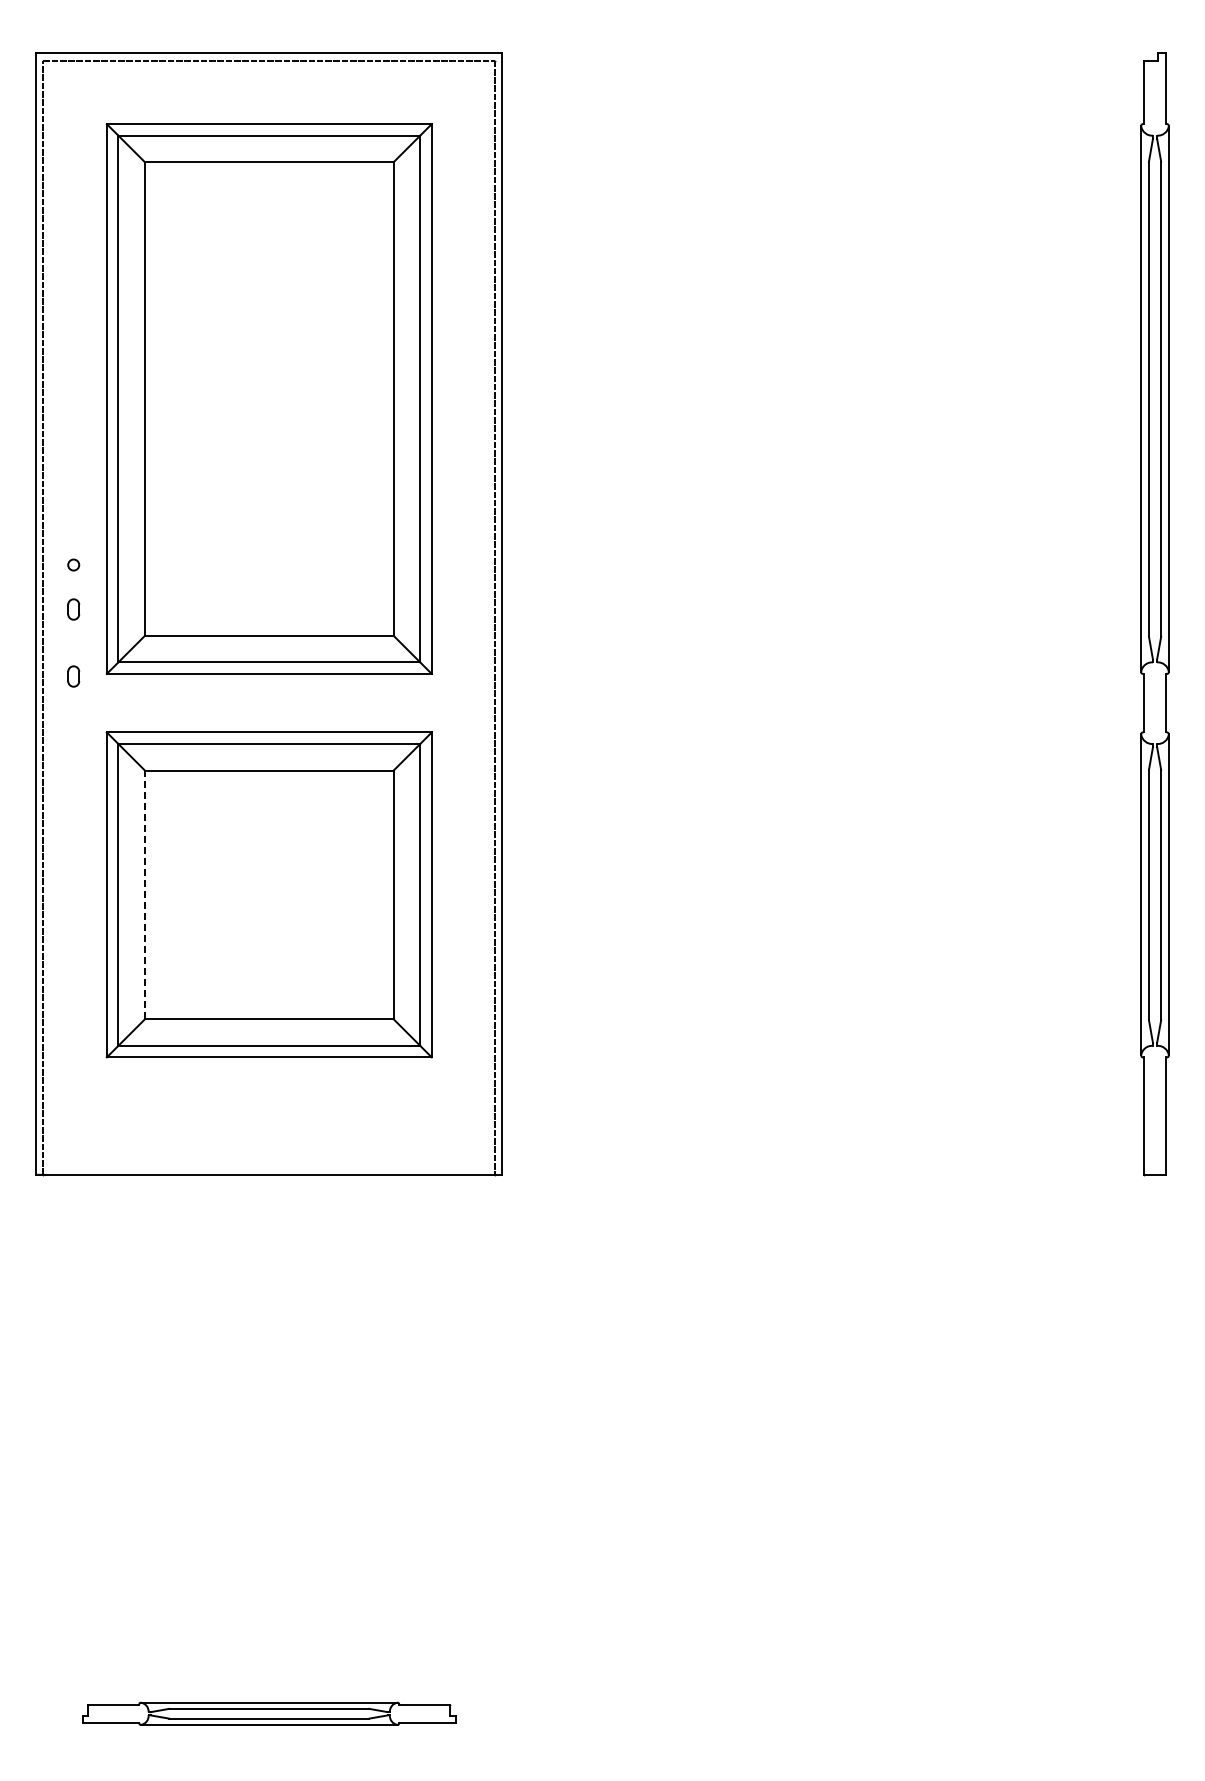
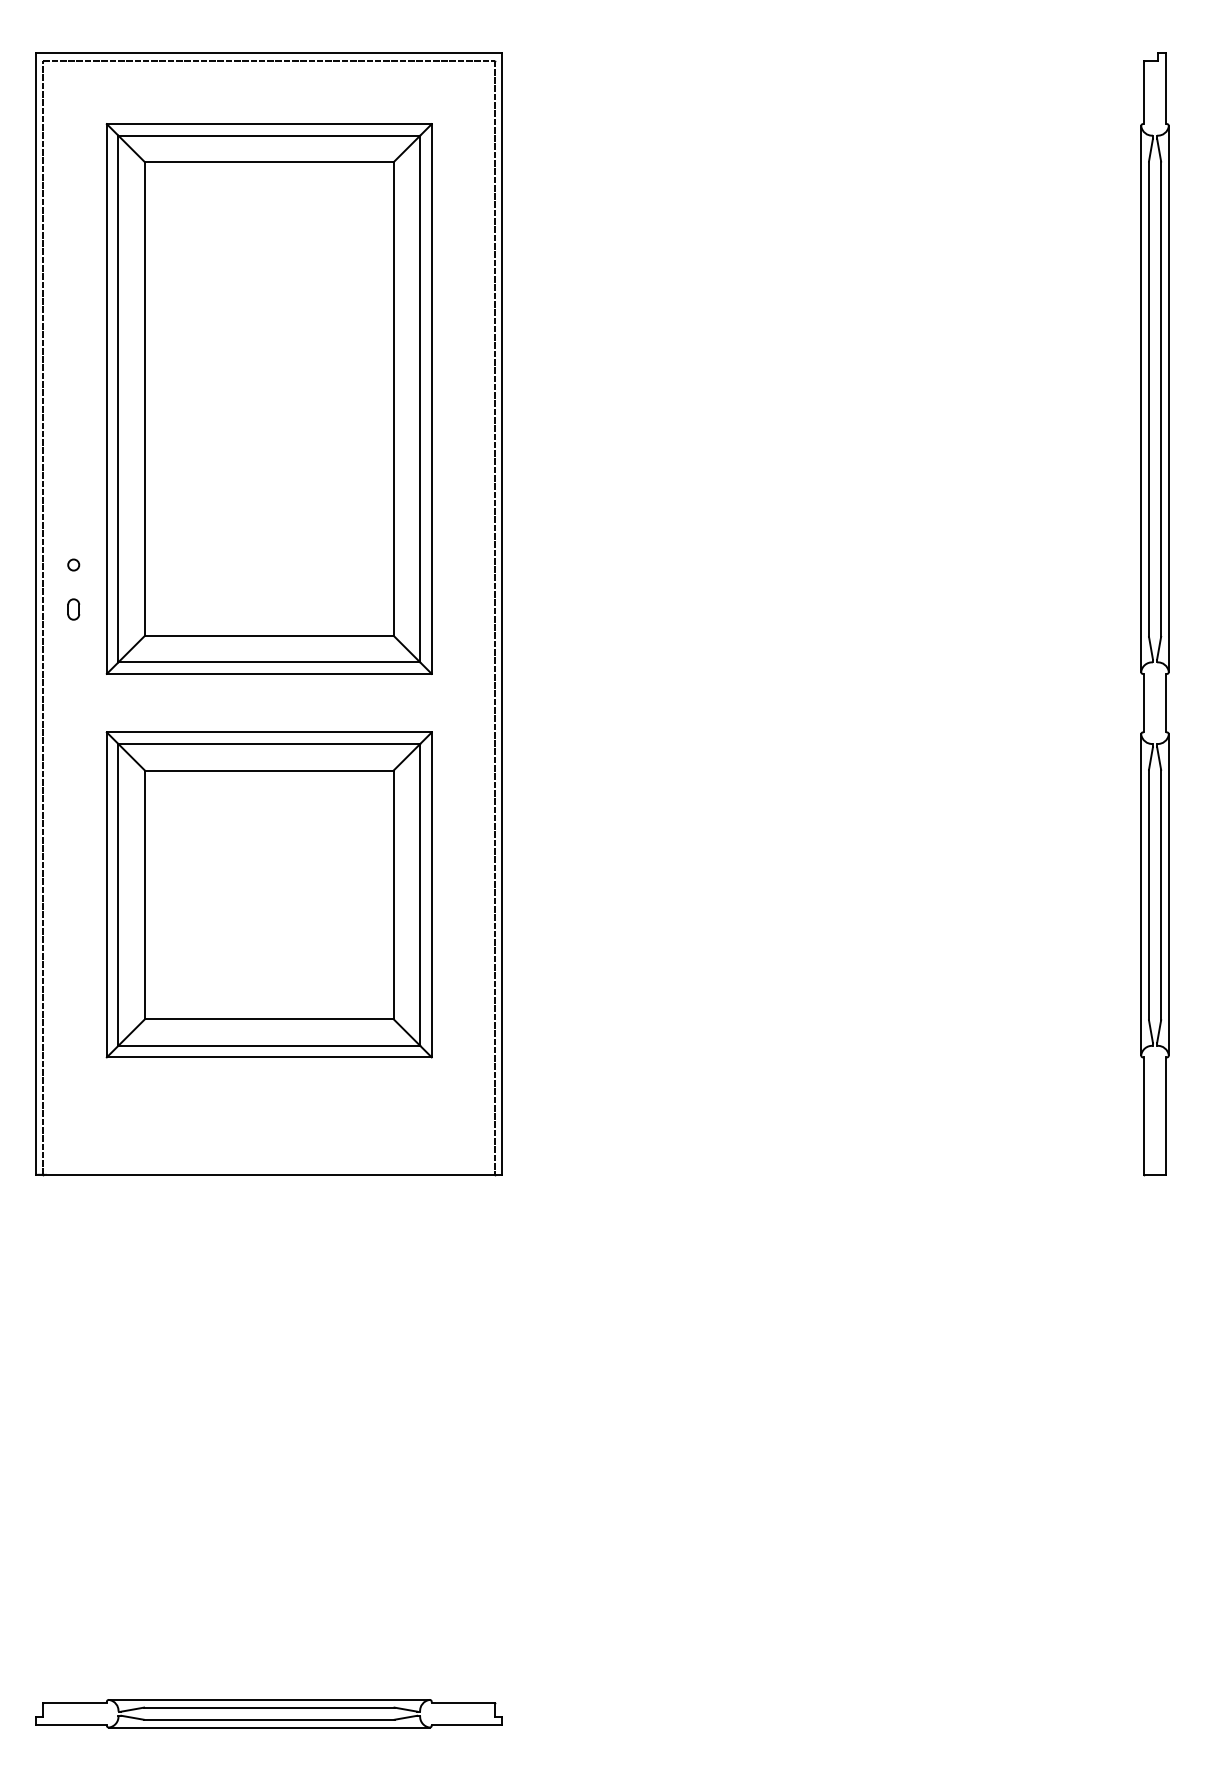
part at (73, 676): present -> none
line at (145, 894): dashed -> solid
part at (269, 1713) size: 375x25 px -> 468x30 px
